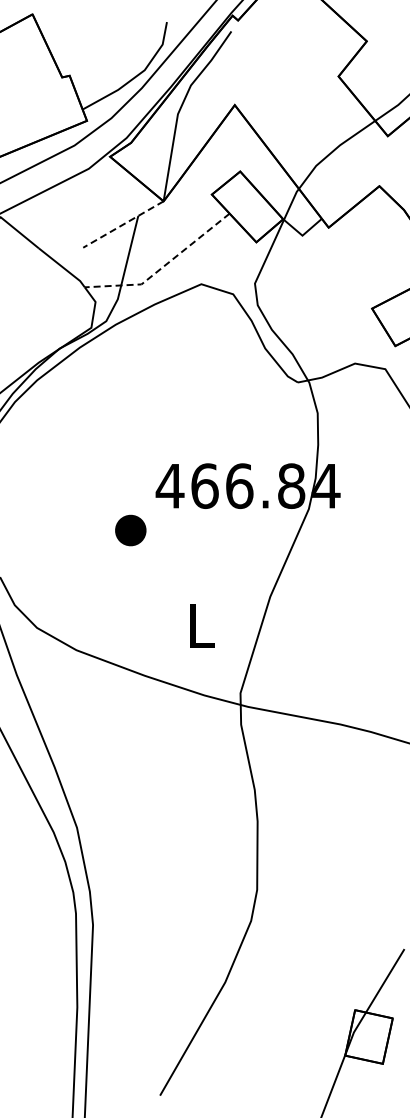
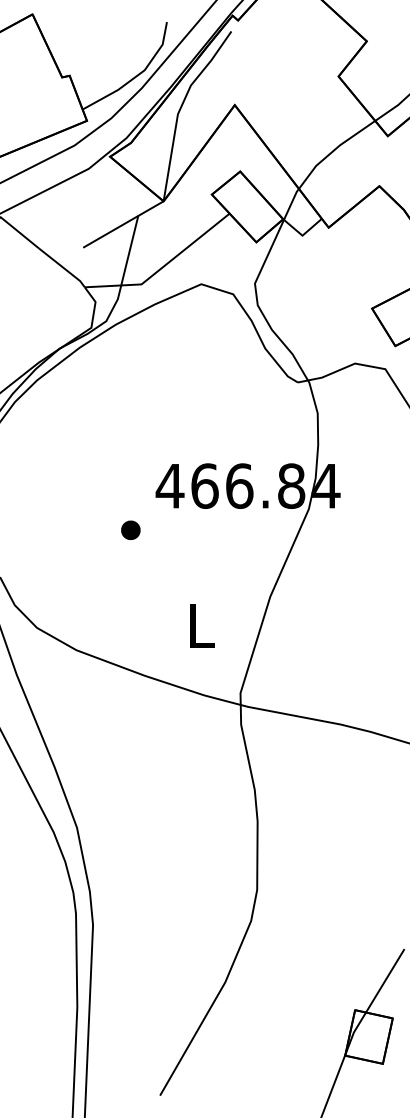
line at (122, 225): dashed -> solid
line at (163, 267): dashed -> solid
part at (130, 530) size: 32x33 px -> 20x20 px
